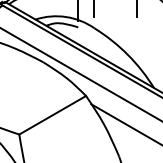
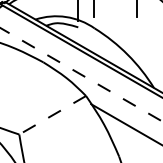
line at (81, 74): solid -> dashed
line at (52, 115): solid -> dashed
